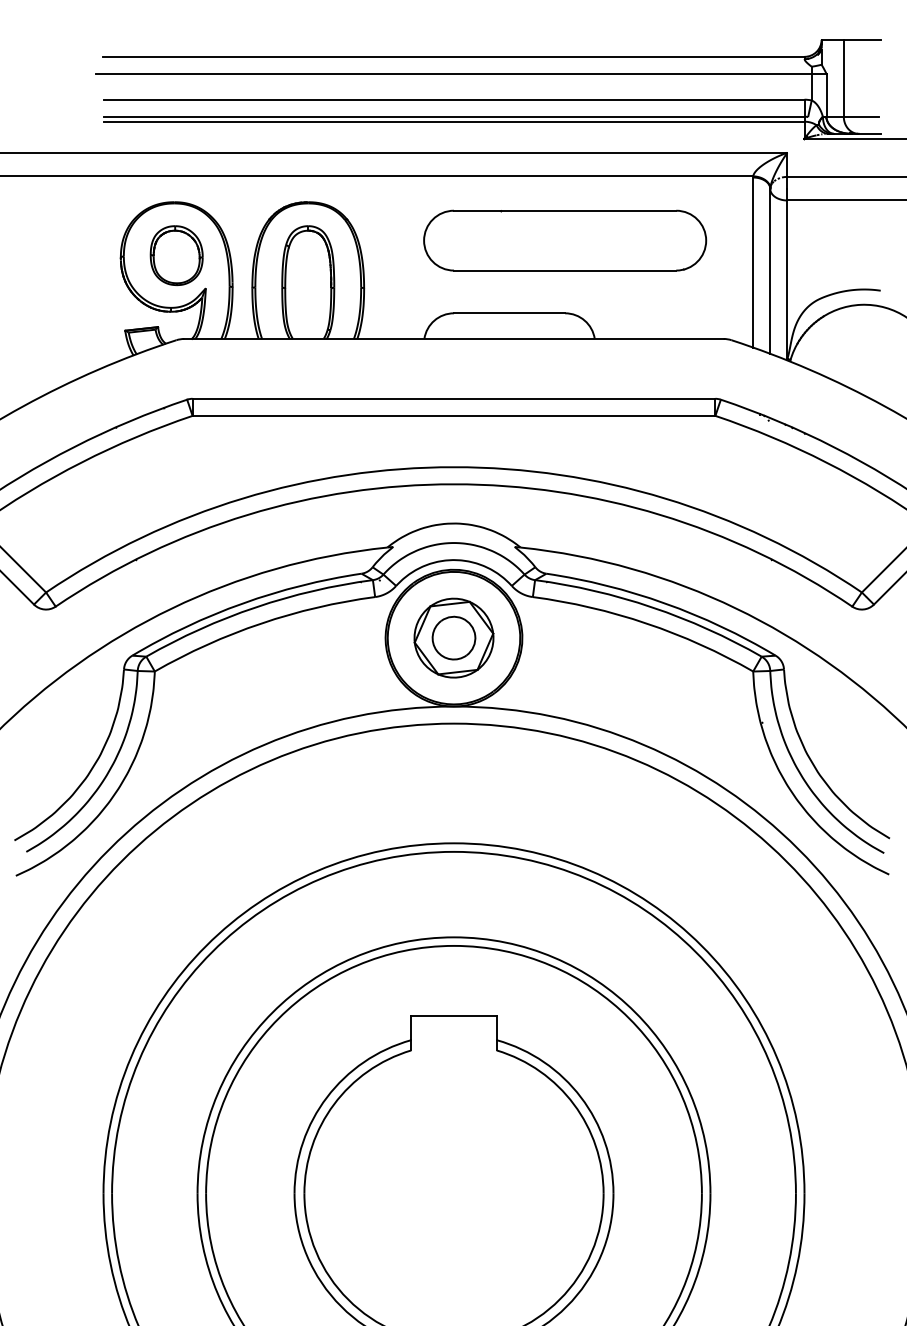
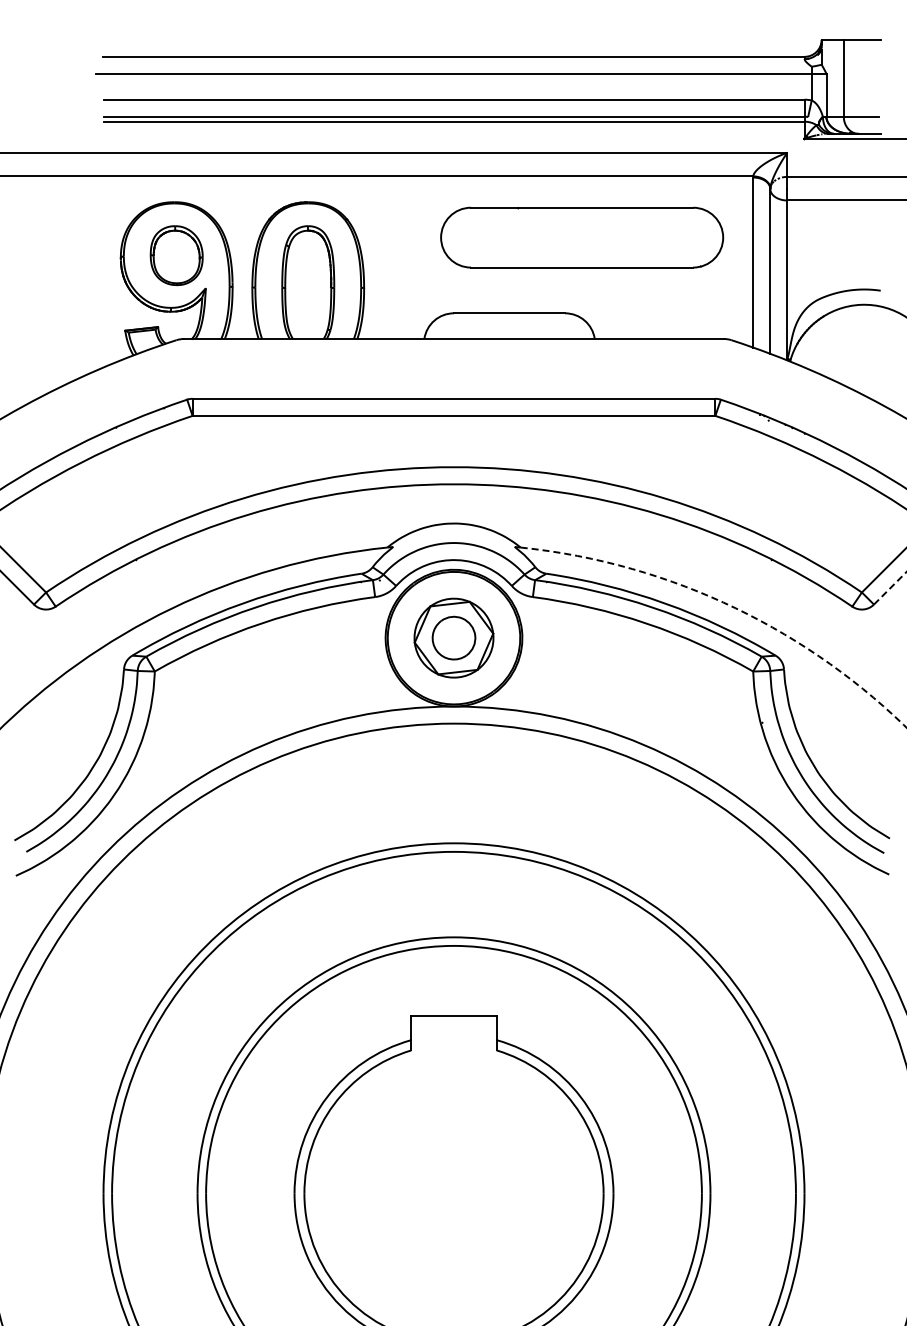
part at (565, 240) position: (565, 240) -> (582, 237)
line at (890, 588): solid -> dashed
arc at (727, 604): solid -> dashed
